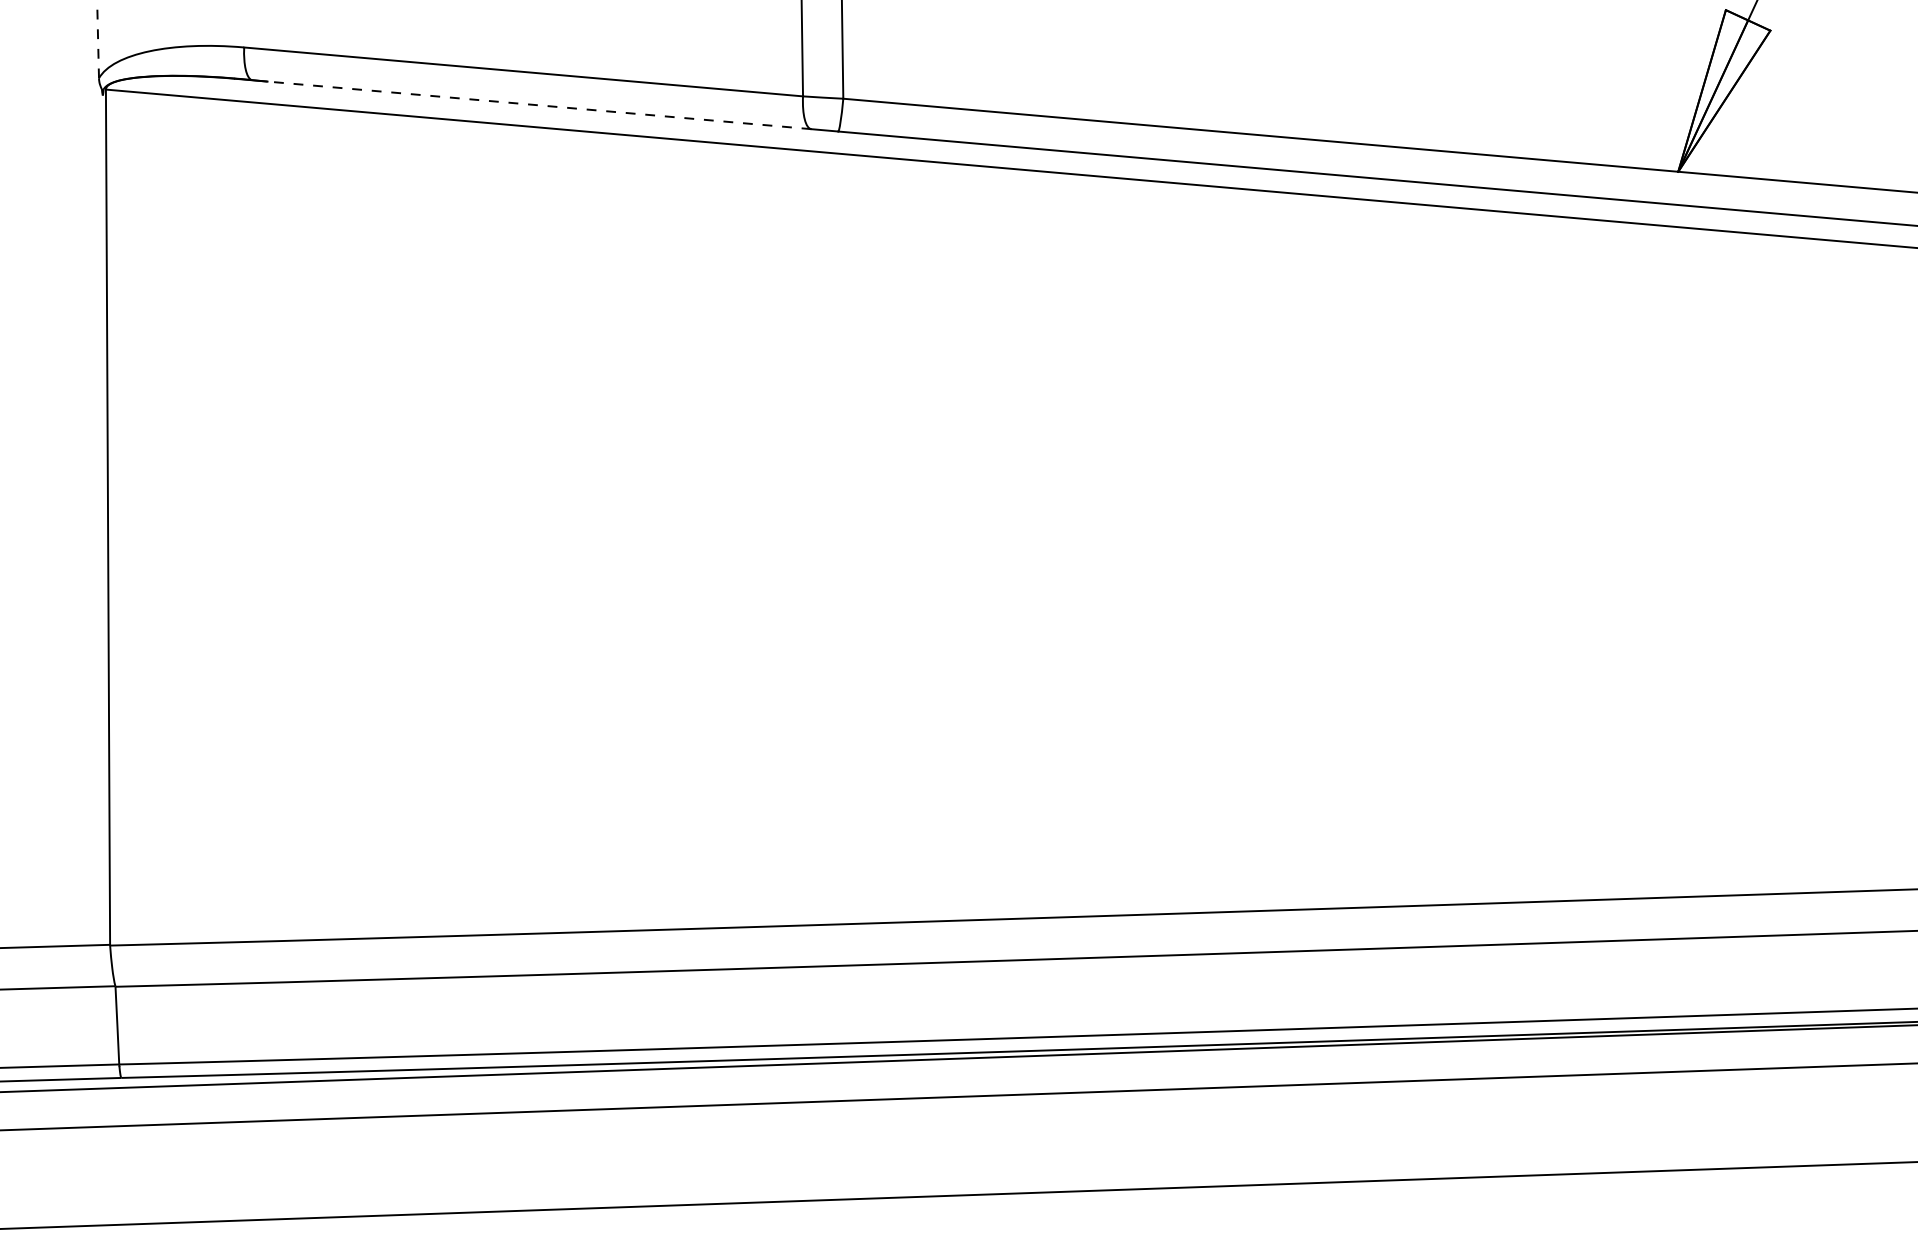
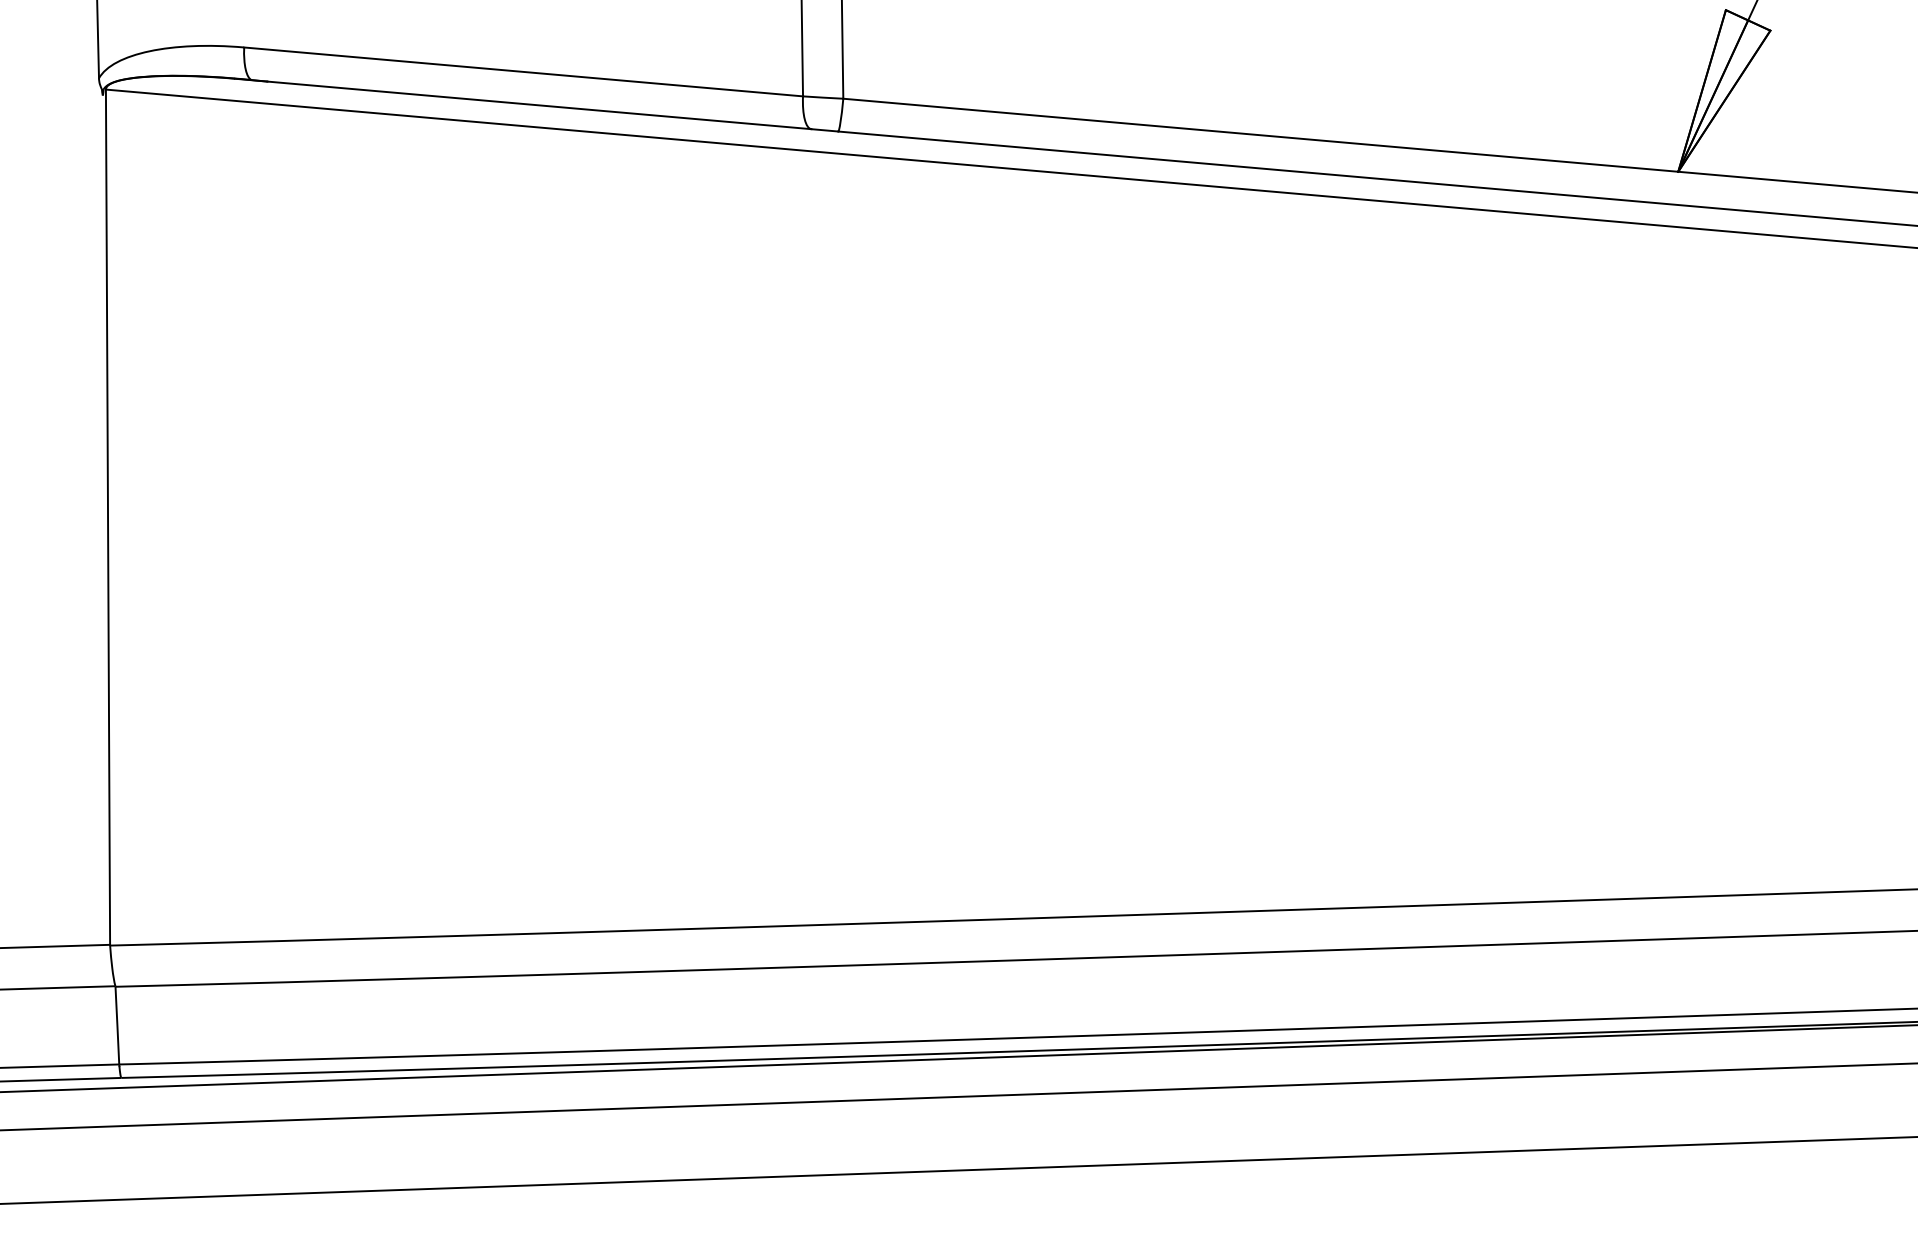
line at (98, 39): dashed -> solid
line at (539, 105): dashed -> solid
line at (958, 1195) position: (958, 1195) -> (958, 1170)
